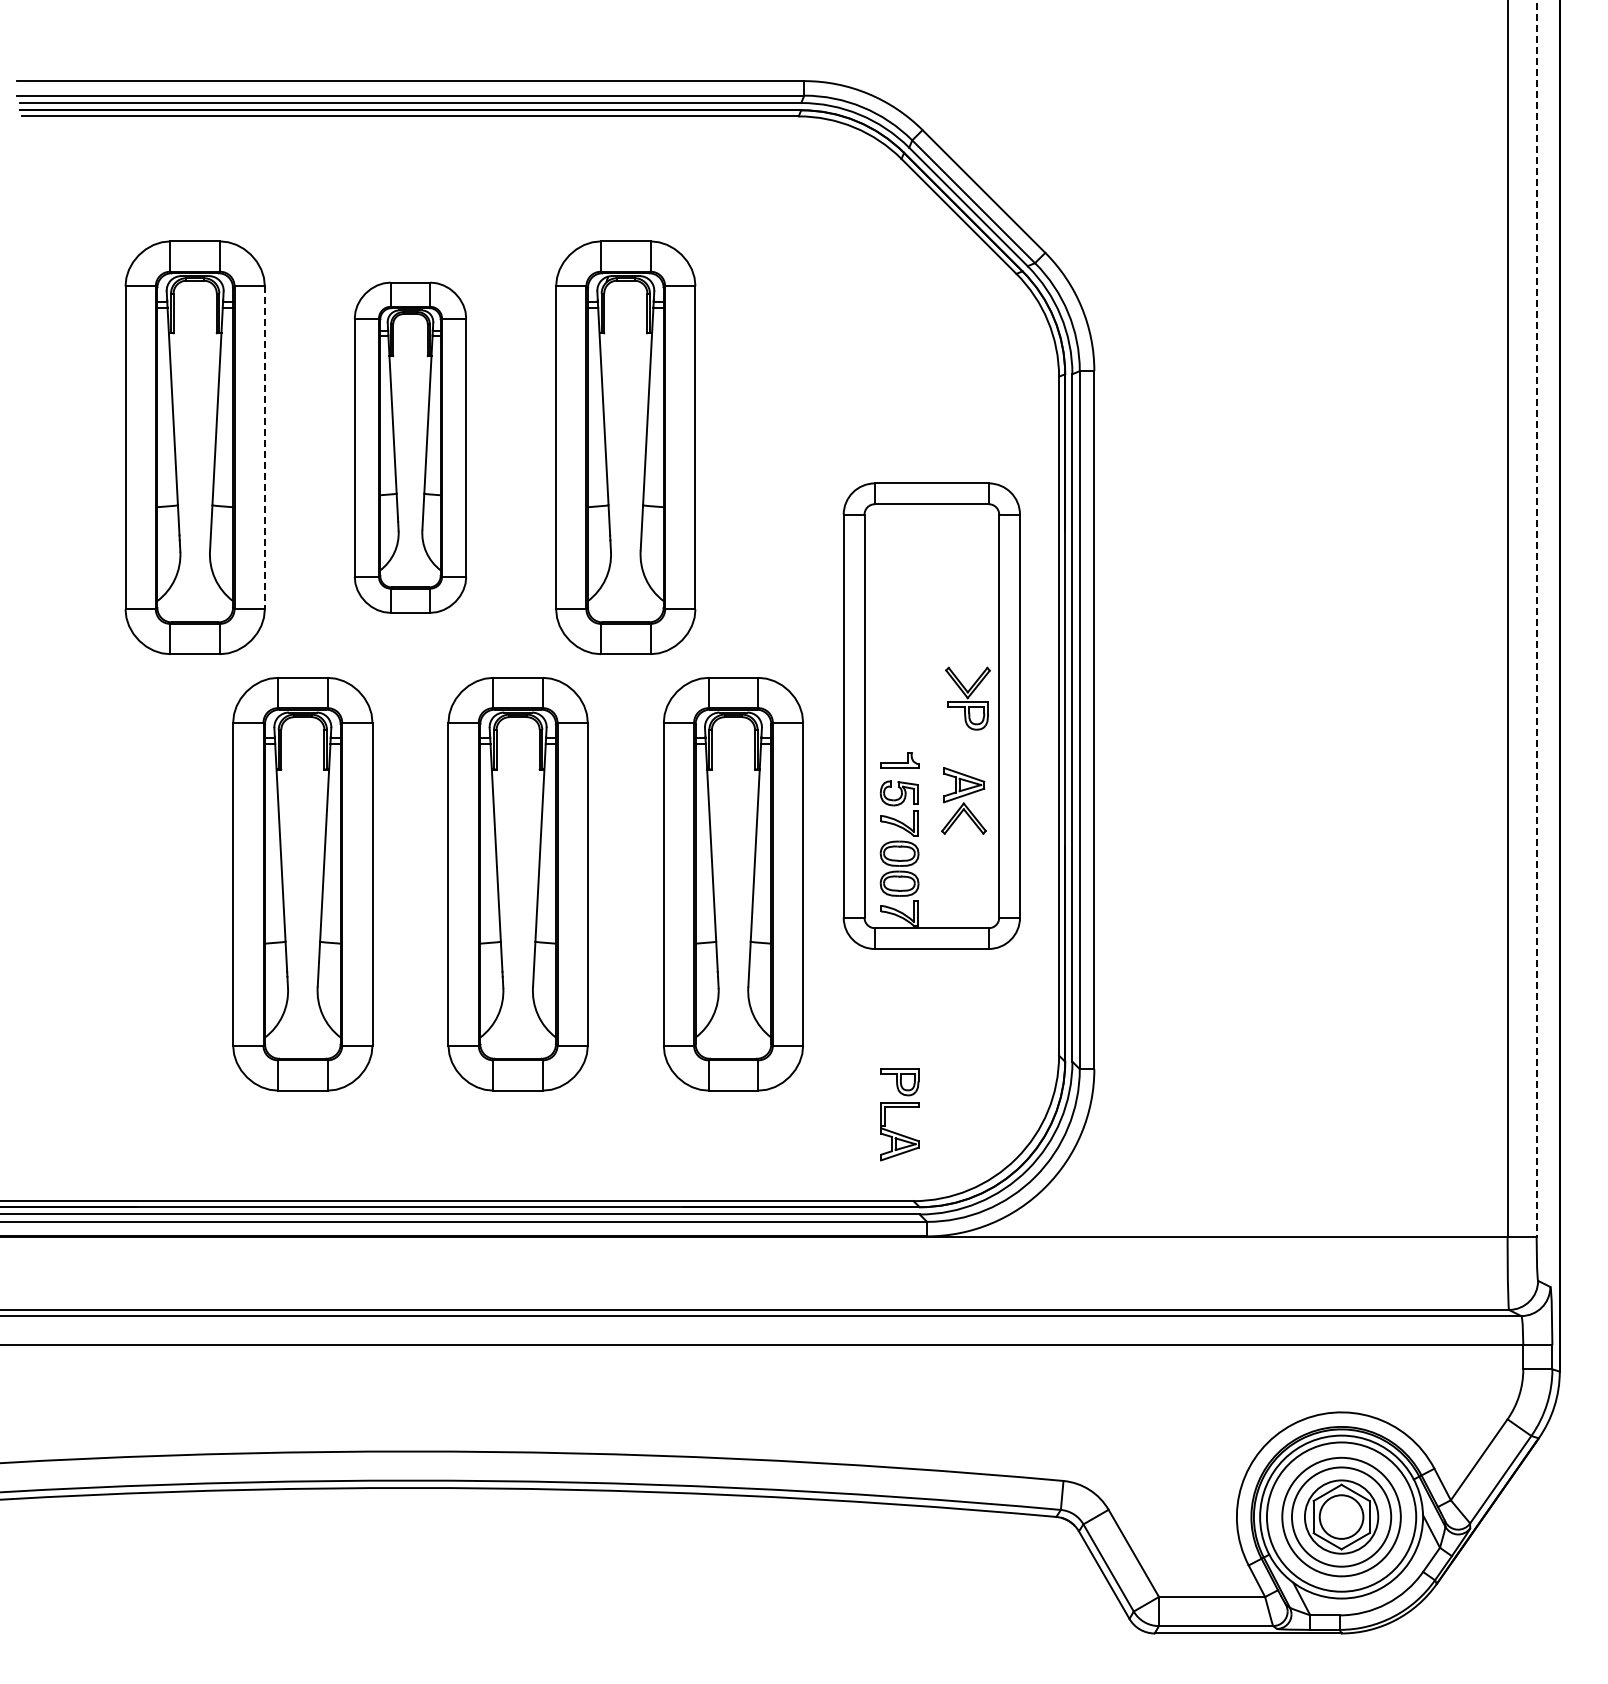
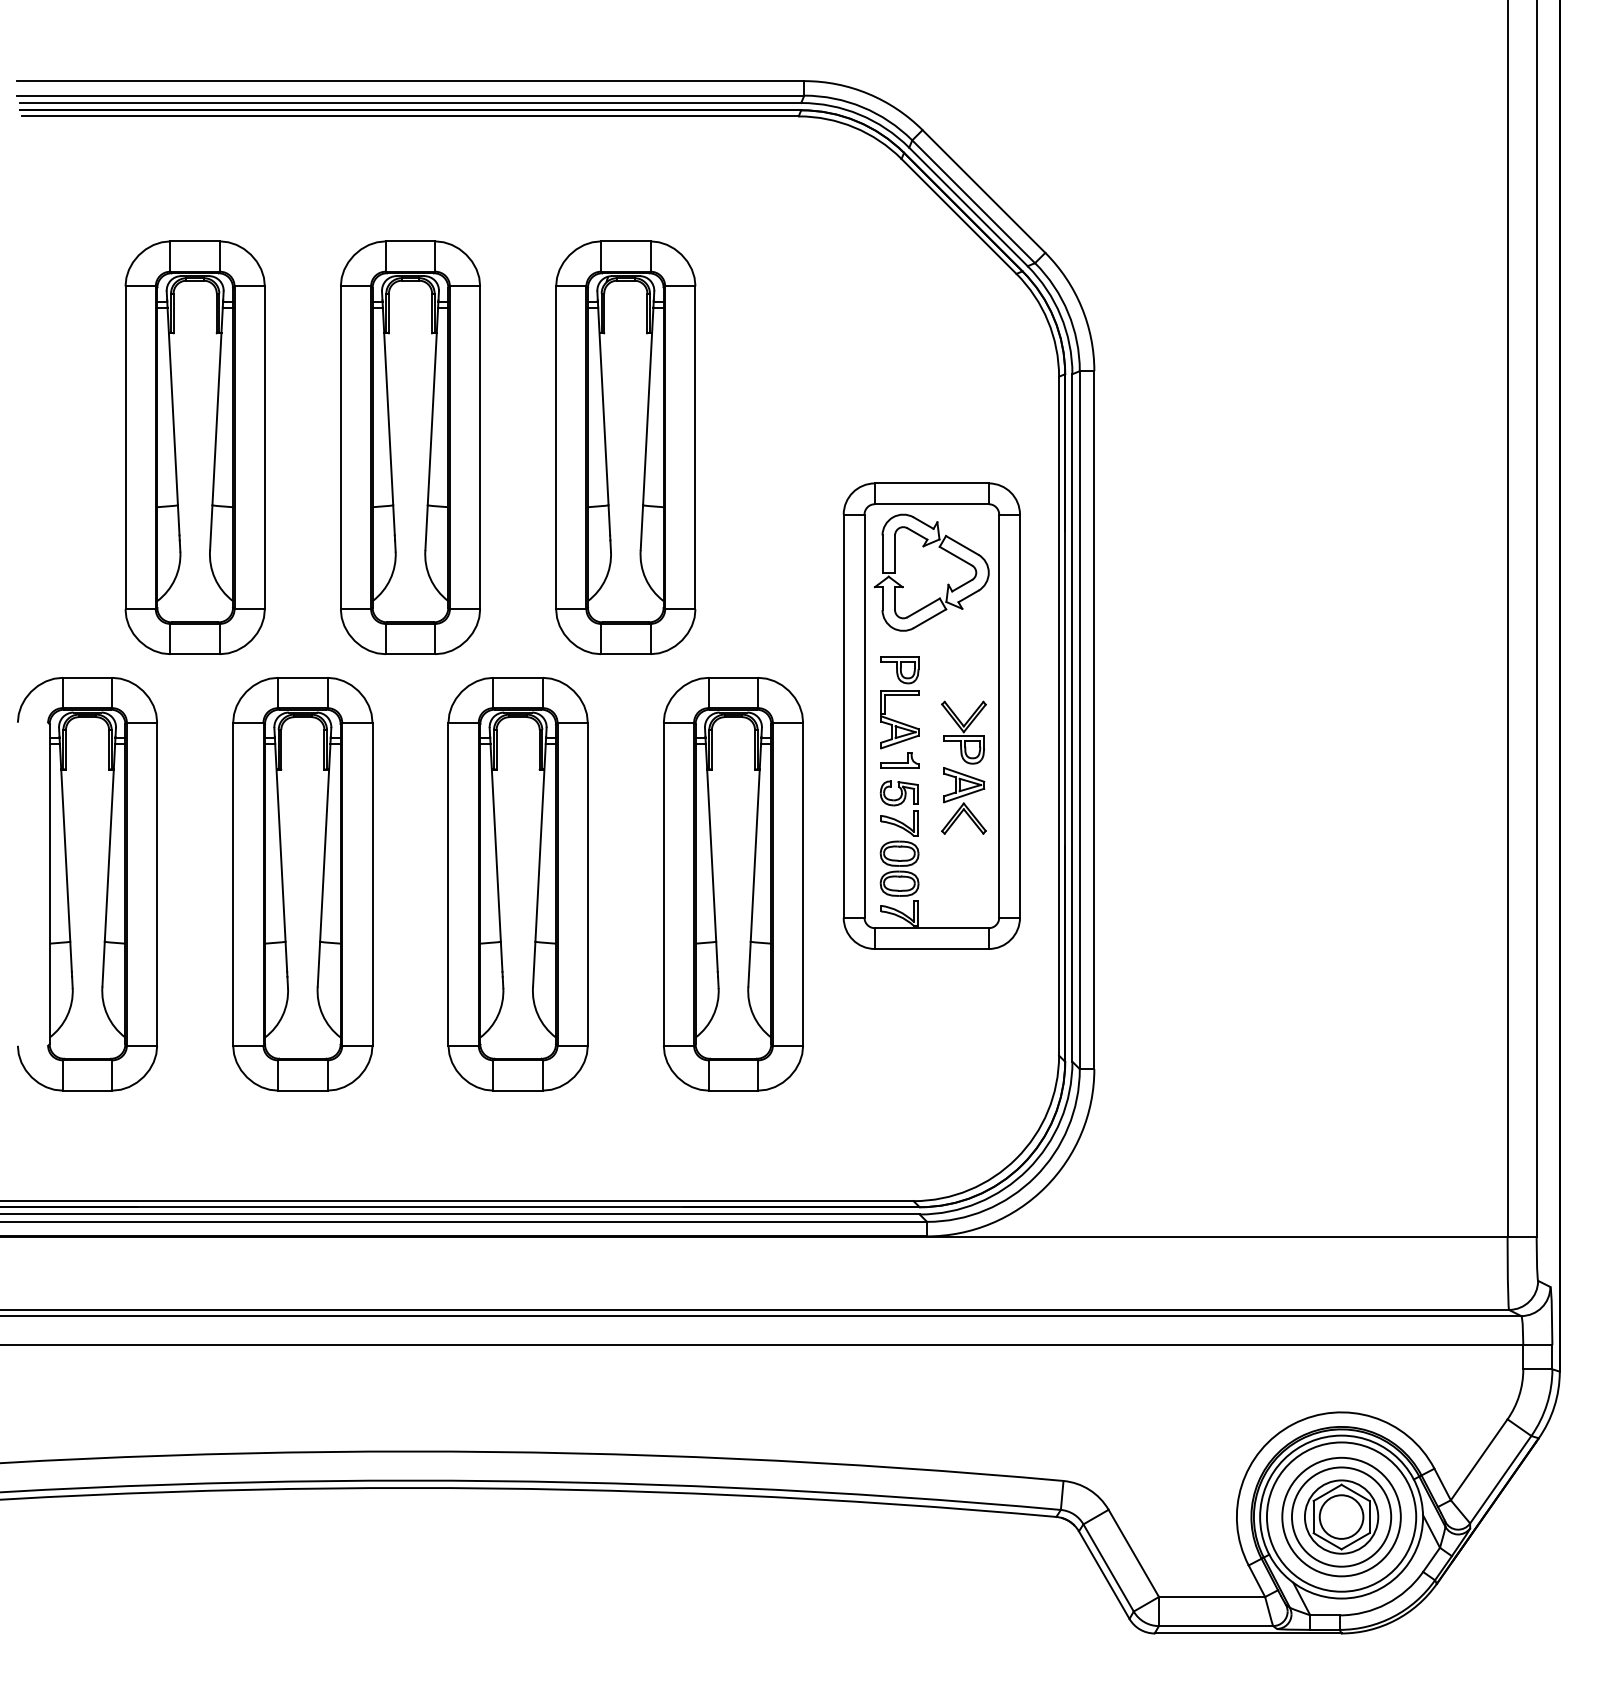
line at (264, 447): dashed -> solid
part at (410, 447) size: 115x333 px -> 141x415 px
part at (947, 584): none -> present
line at (1536, 619): dashed -> solid
part at (967, 698) position: (967, 698) -> (963, 732)
part at (87, 884): none -> present
part at (899, 1107) position: (899, 1107) -> (899, 695)
